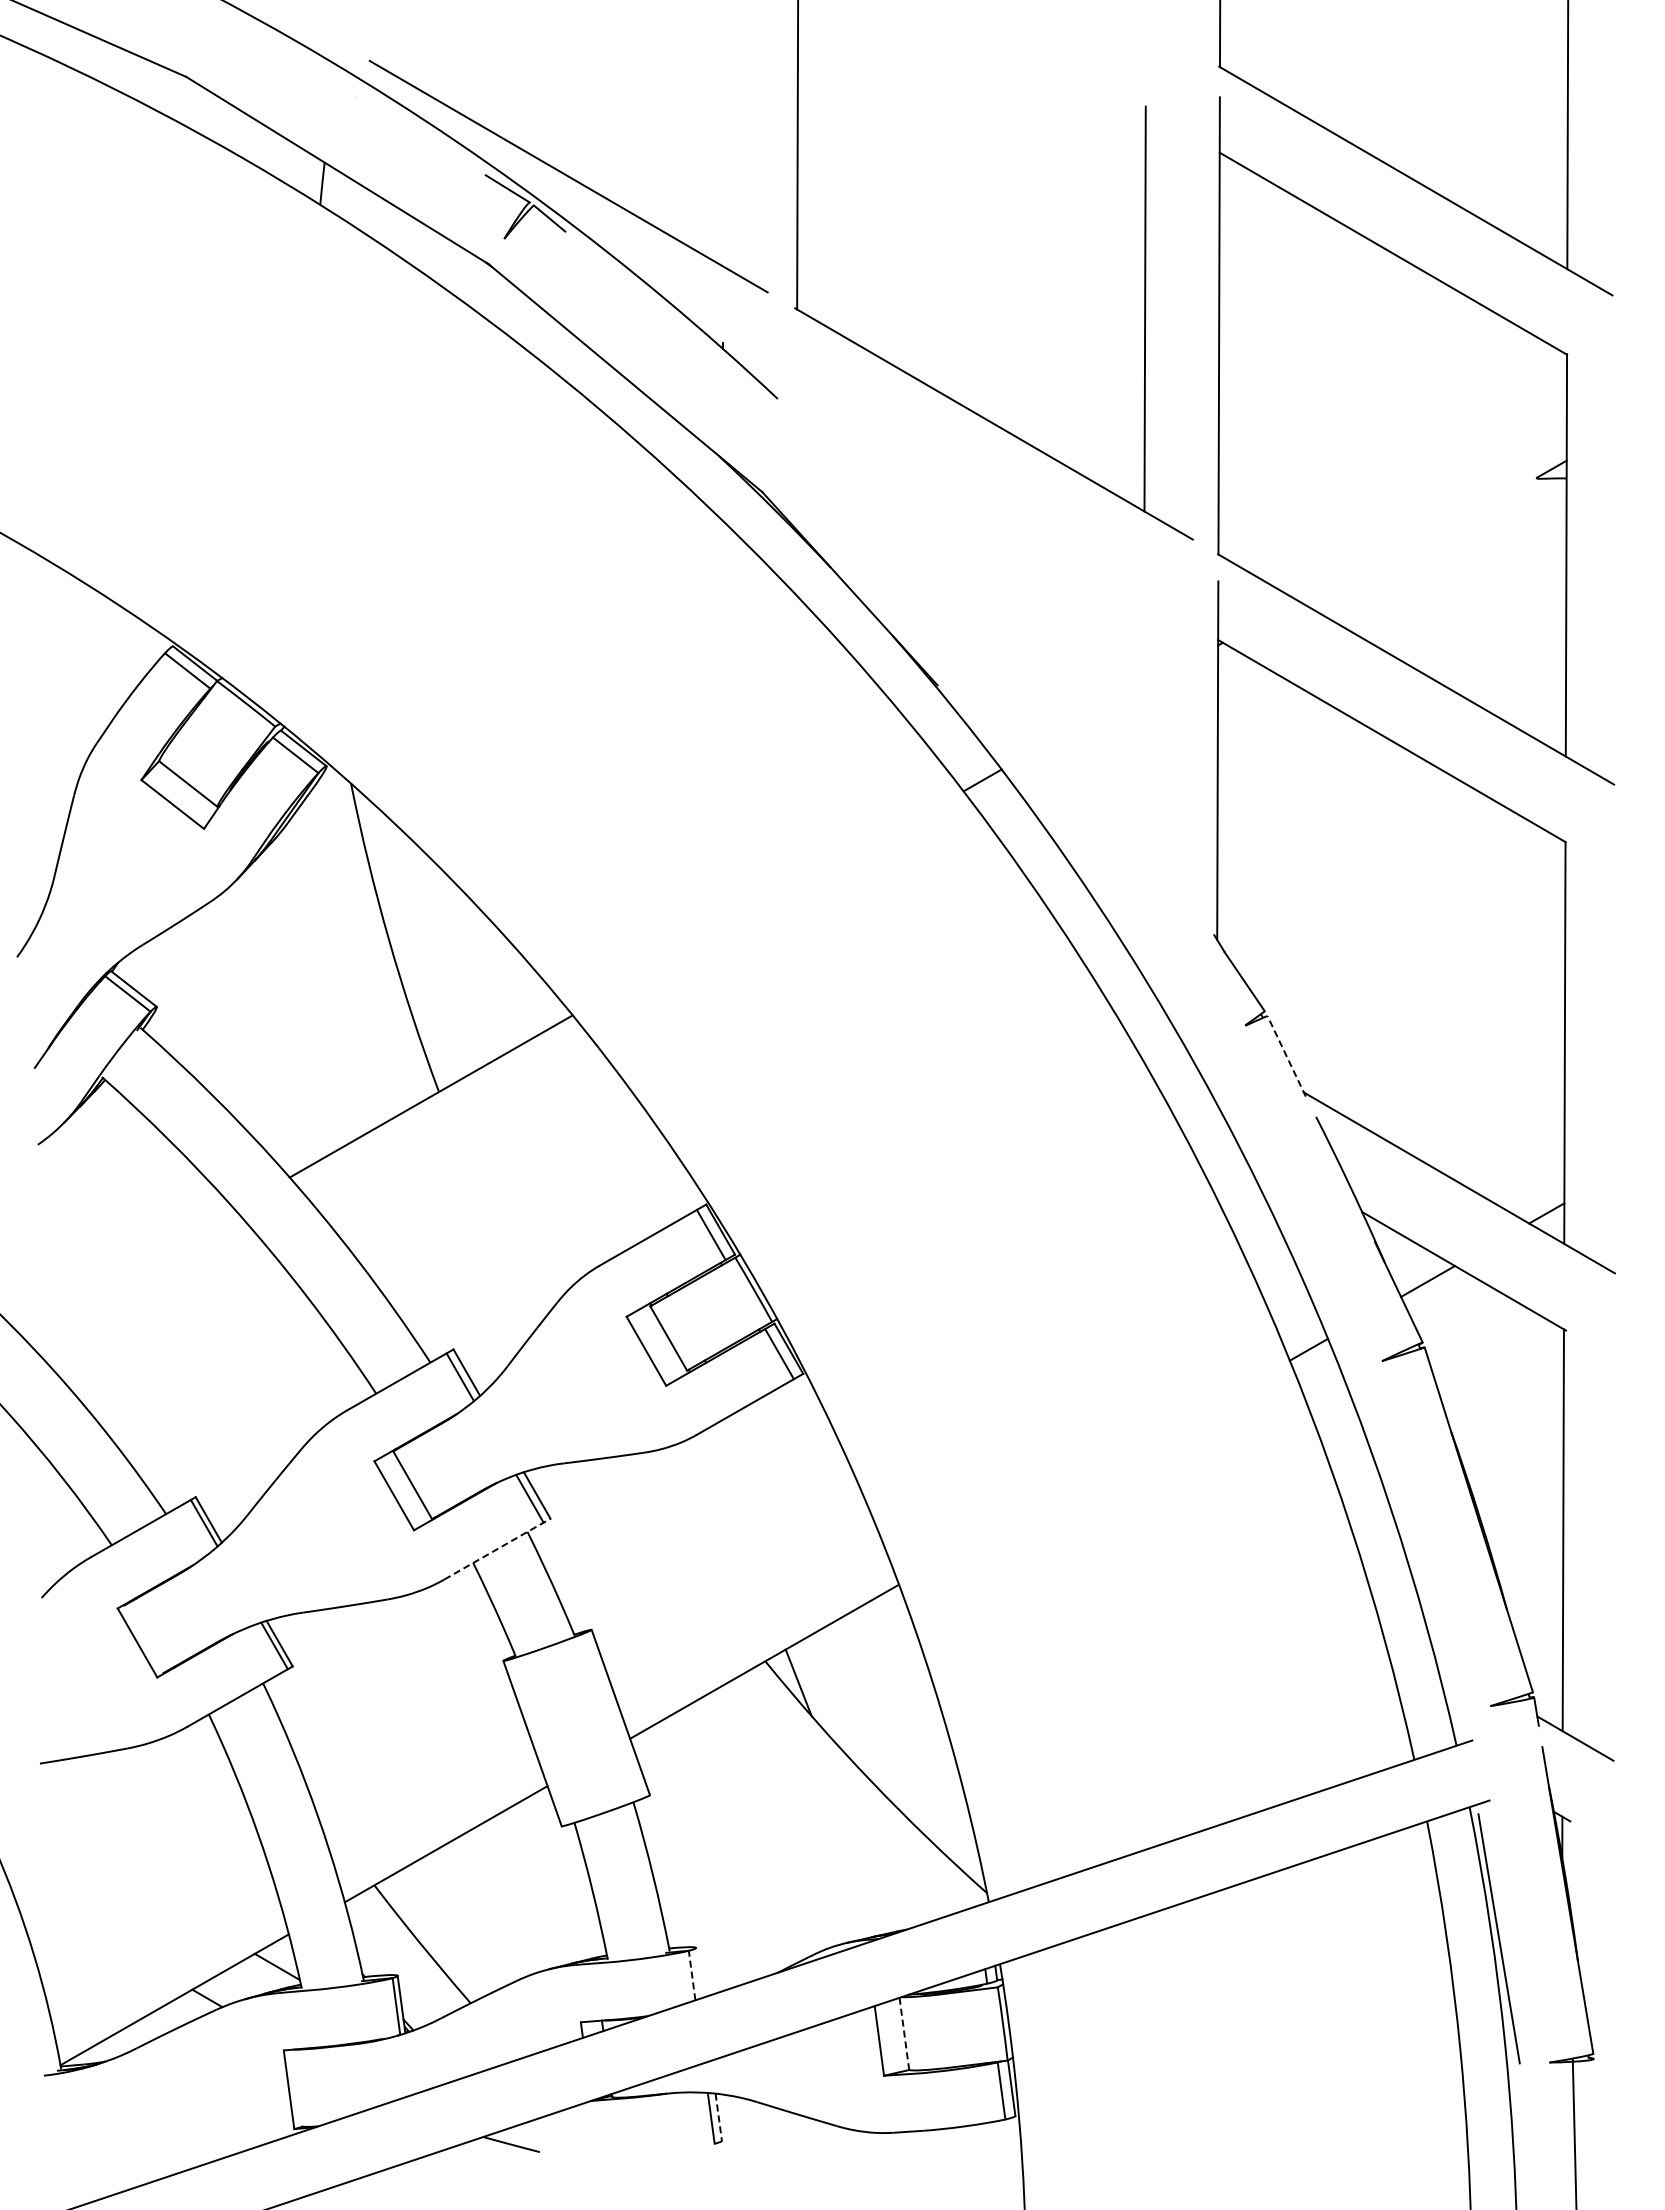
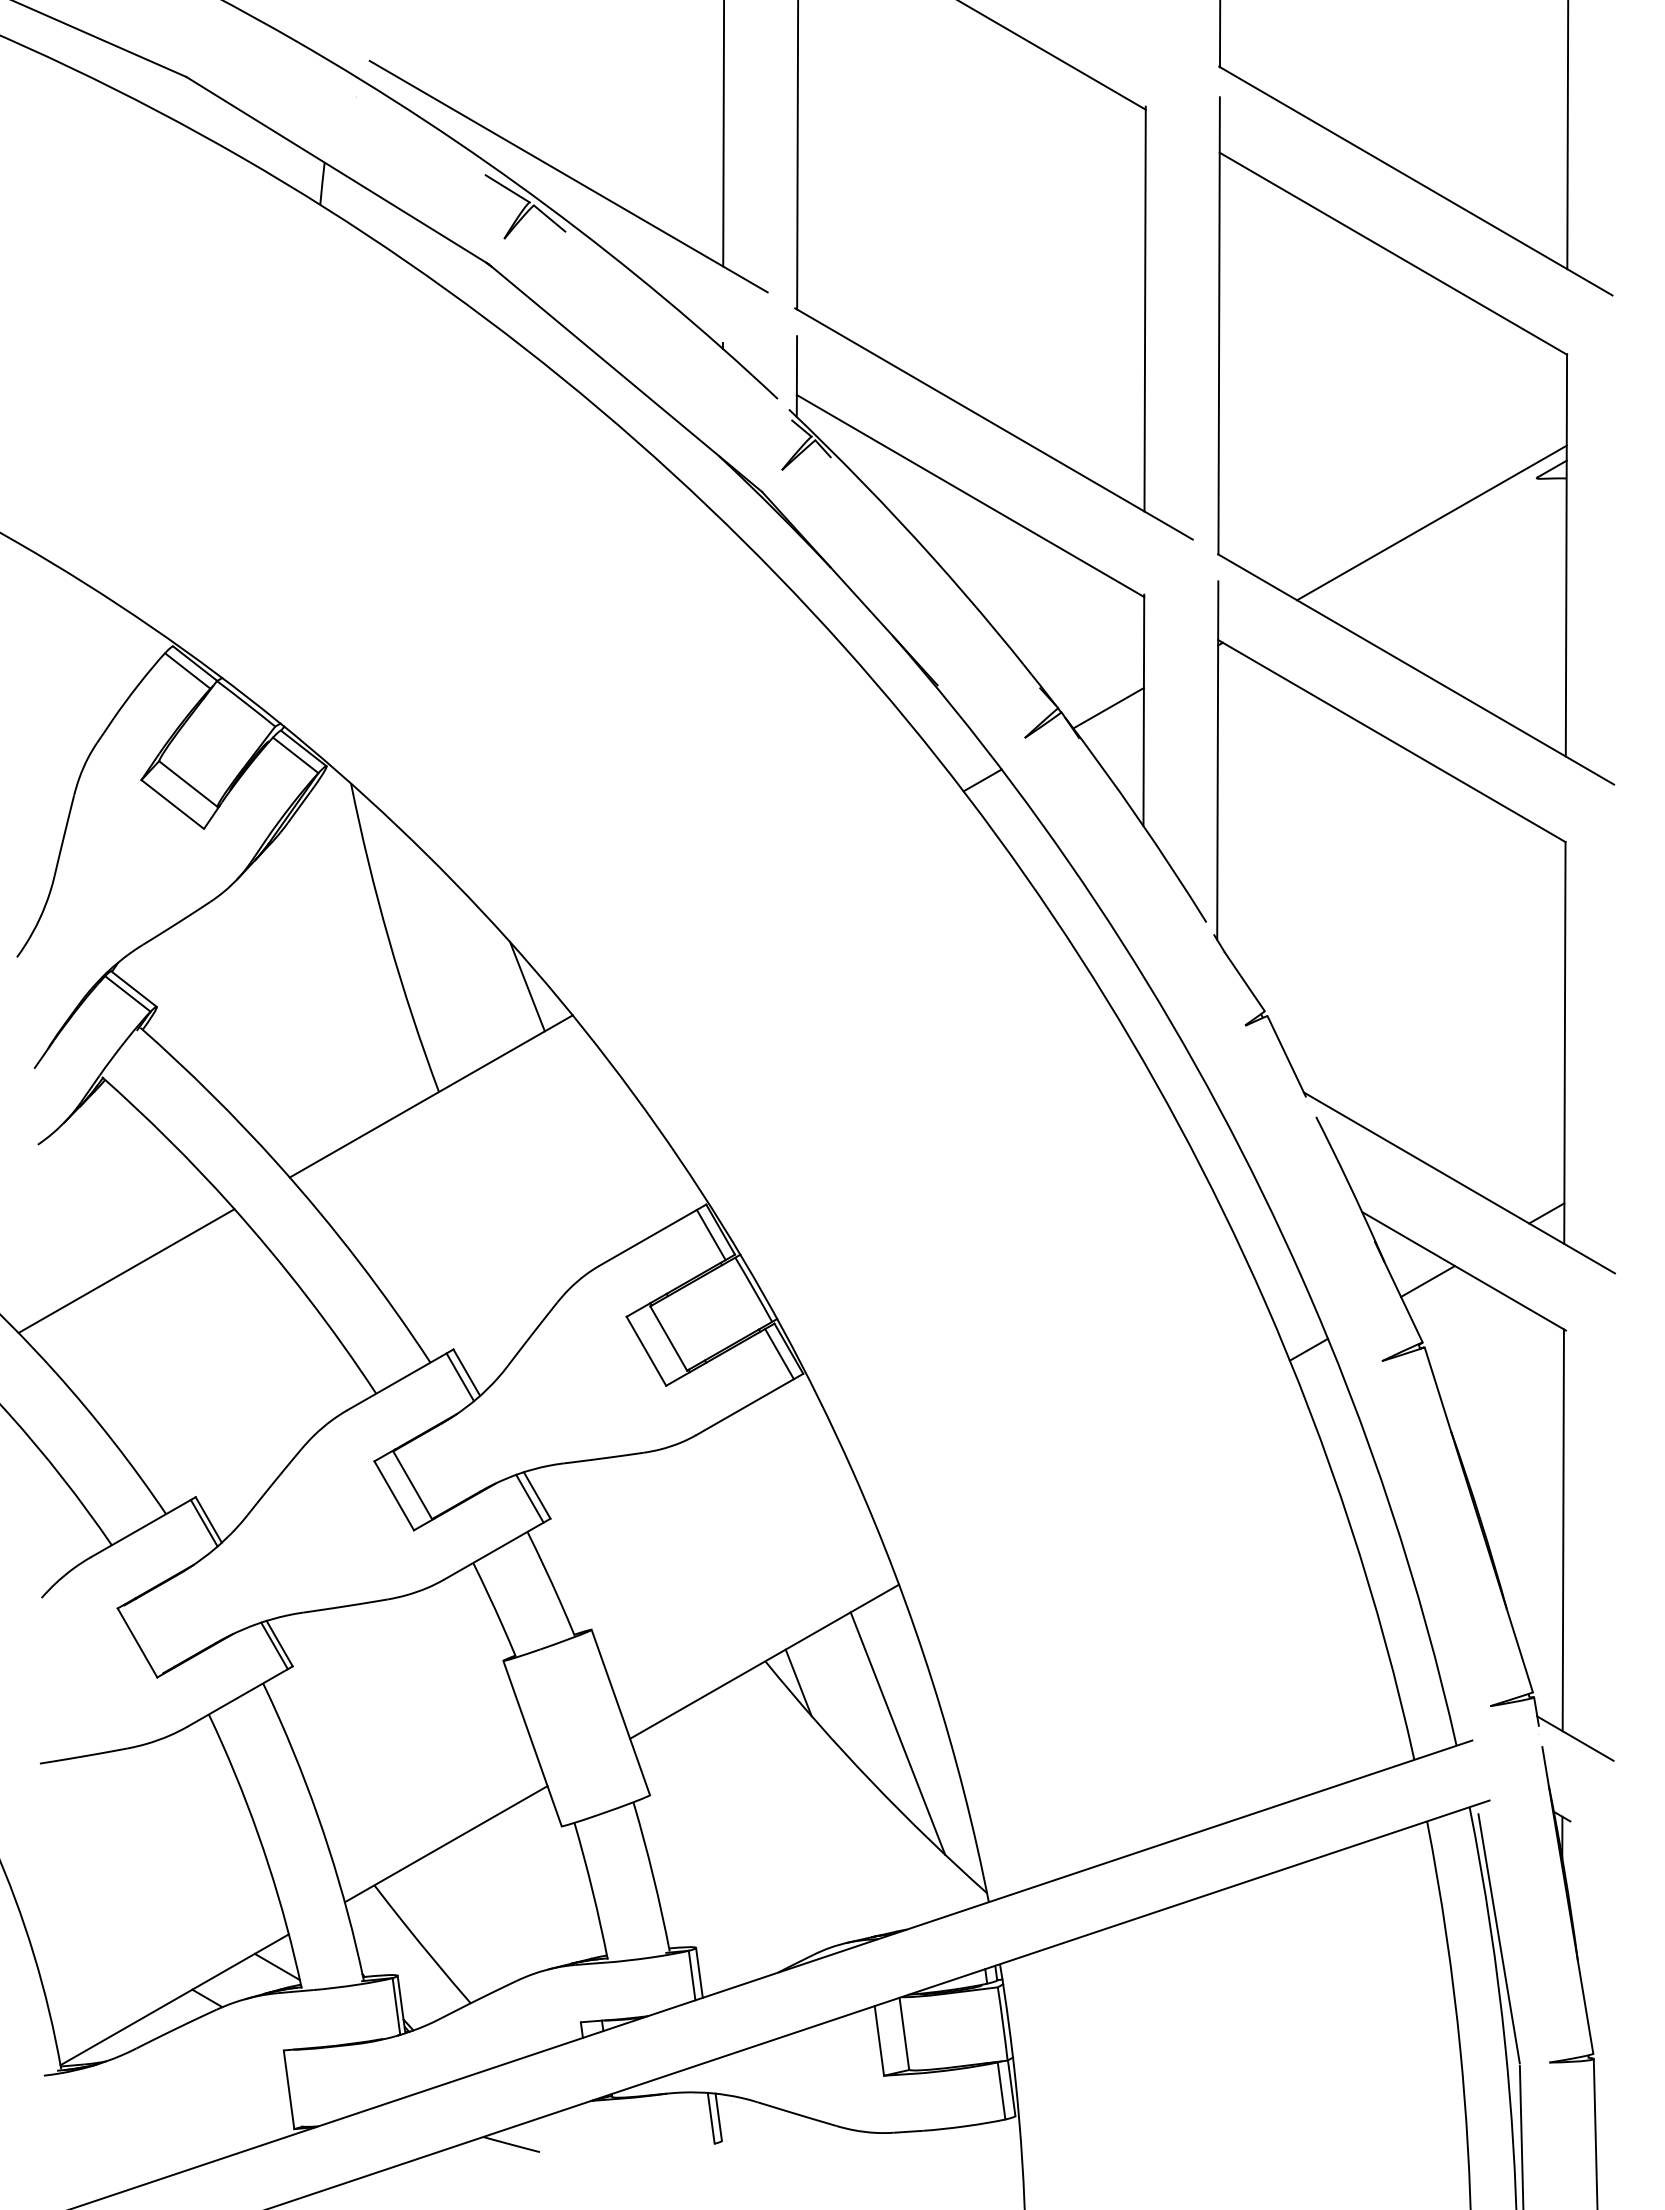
line at (1053, 55): none -> present
line at (723, 134): none -> present
line at (1431, 522): none -> present
part at (993, 628): none -> present
line at (527, 986): none -> present
line at (1286, 1056): dashed -> solid
line at (126, 1270): none -> present
line at (497, 1548): dashed -> solid
line at (897, 1733): none -> present
line at (699, 1972): none -> present
line at (692, 1975): dashed -> solid
line at (904, 2034): dashed -> solid
line at (718, 2117): dashed -> solid
line at (1574, 2132) position: (1574, 2132) -> (1595, 2132)
line at (1521, 2136): none -> present
